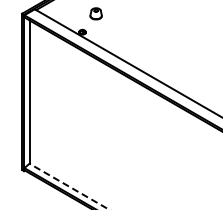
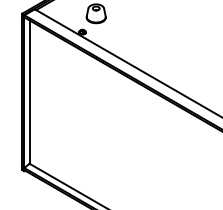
part at (95, 13) size: 14x14 px -> 22x22 px
line at (69, 186): dashed -> solid
